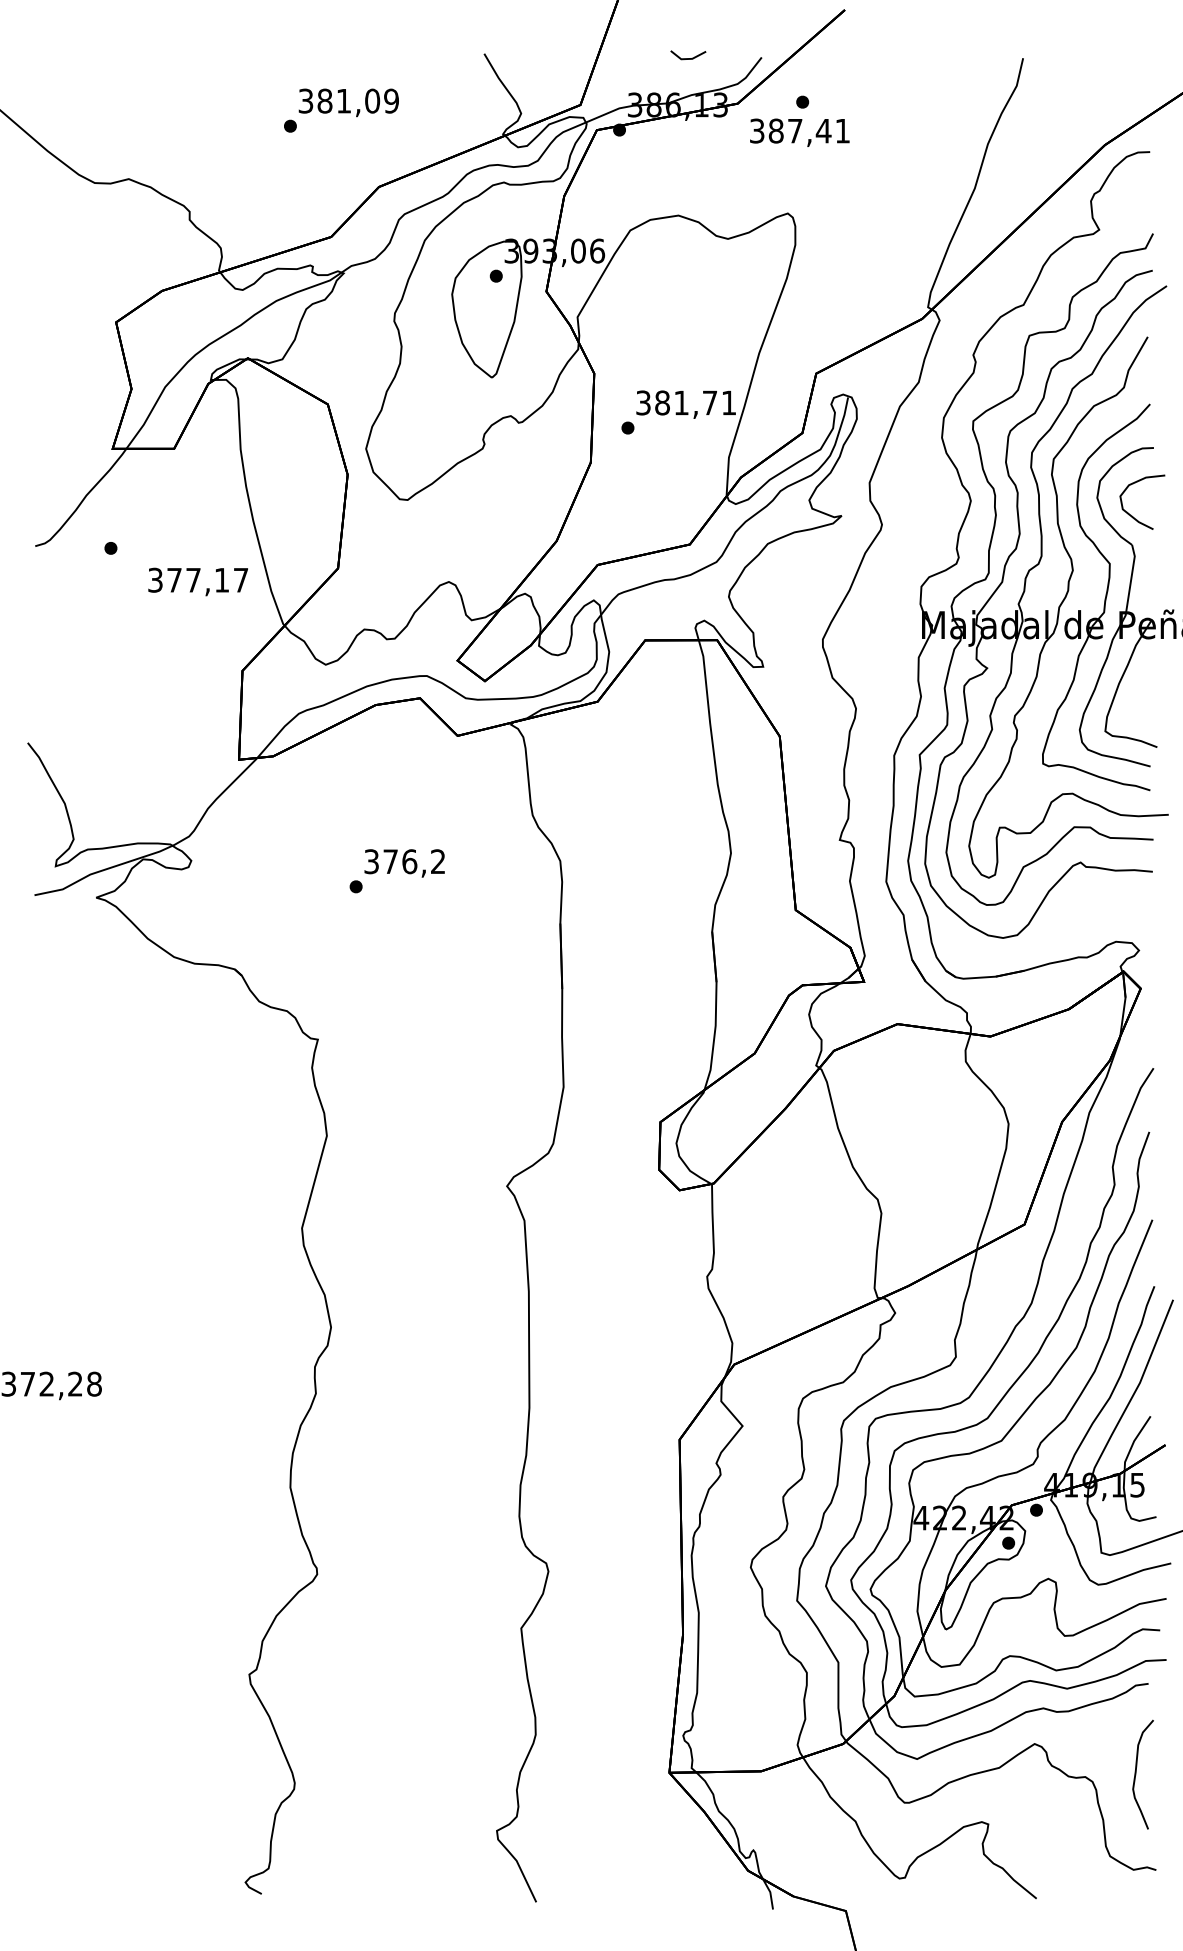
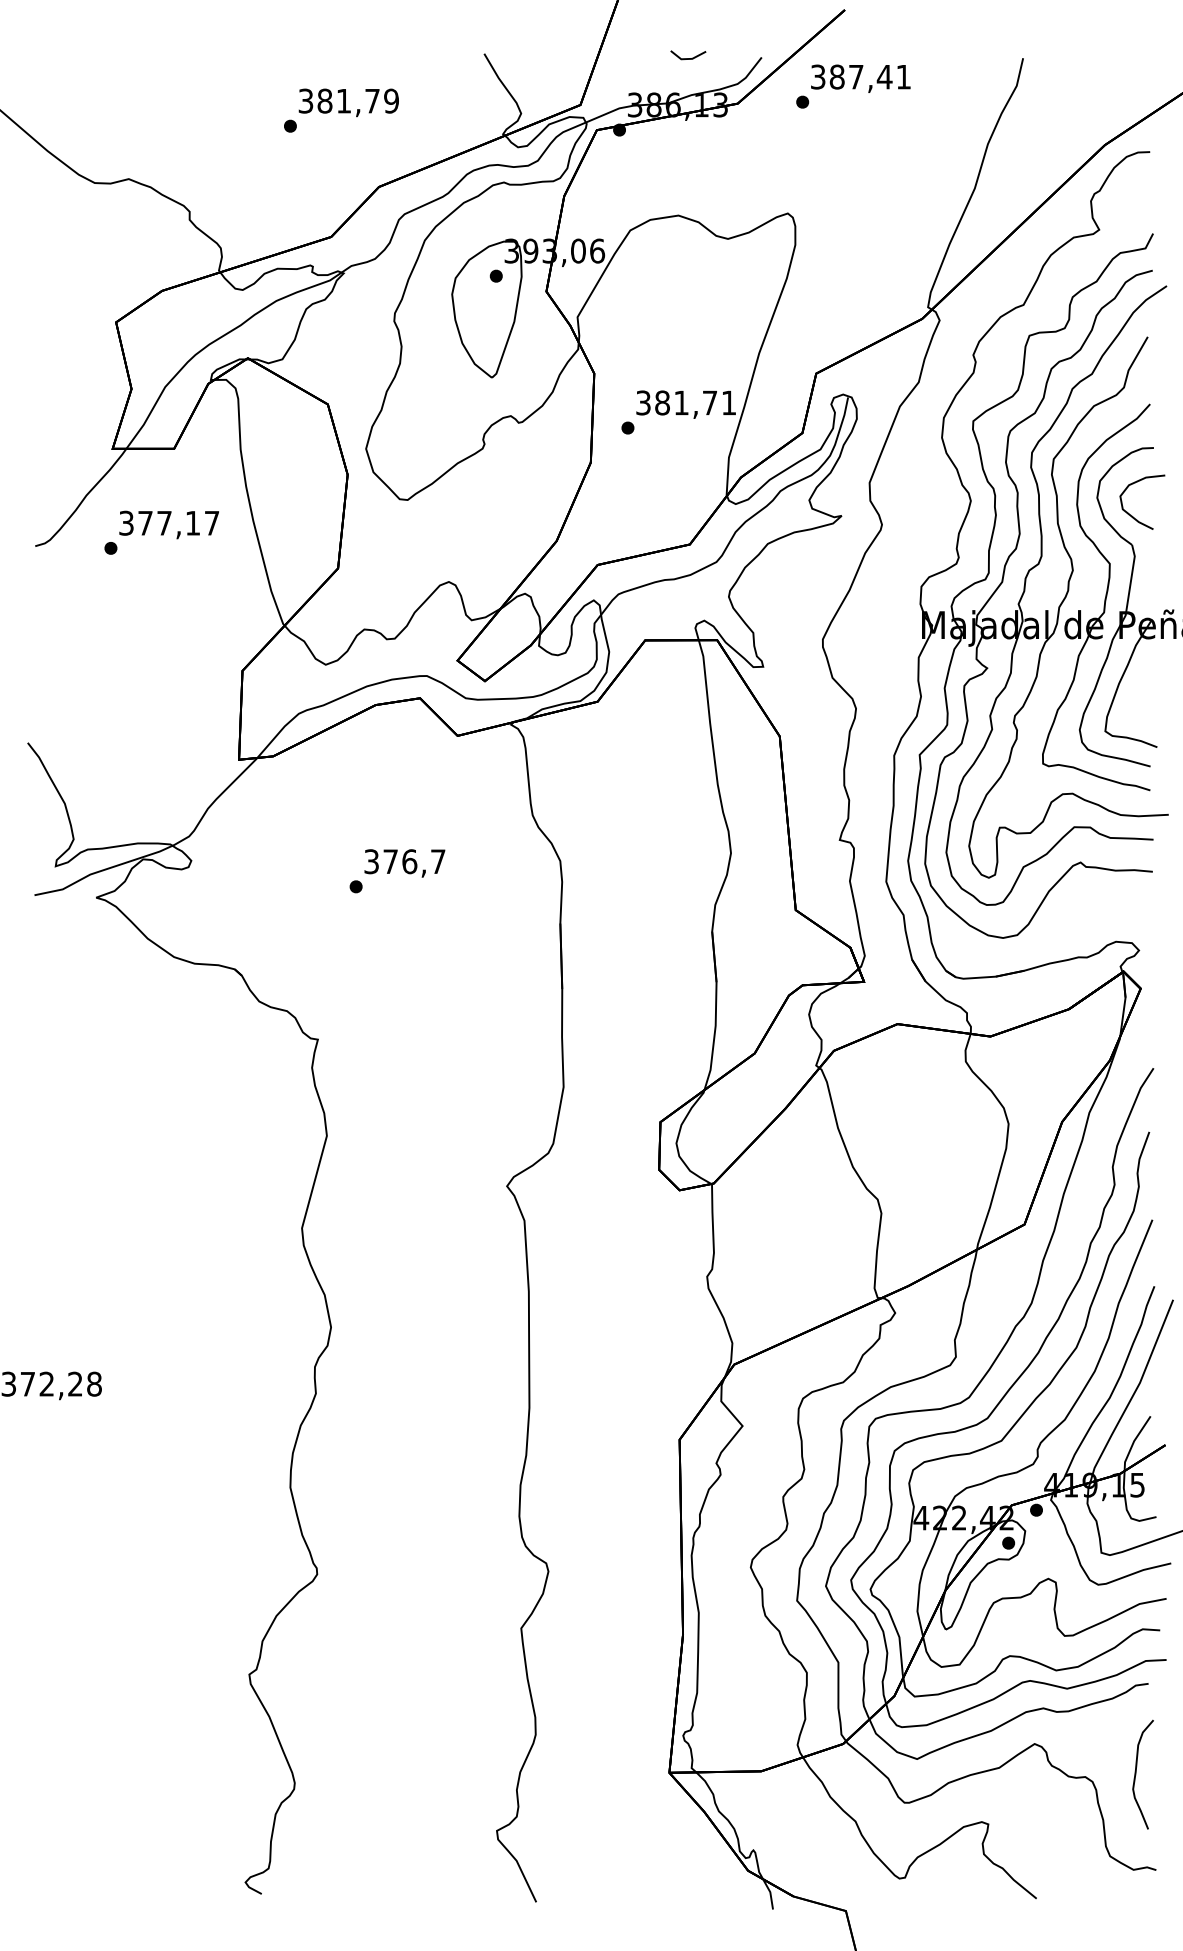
text at (372, 100): 381,09 -> 381,79
text at (799, 132) position: (799, 132) -> (860, 78)
text at (197, 581) position: (197, 581) -> (168, 524)
text at (438, 861): 376,2 -> 376,7
